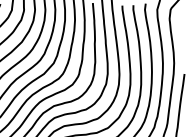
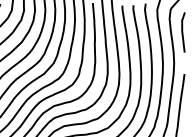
line at (183, 32): none -> present
